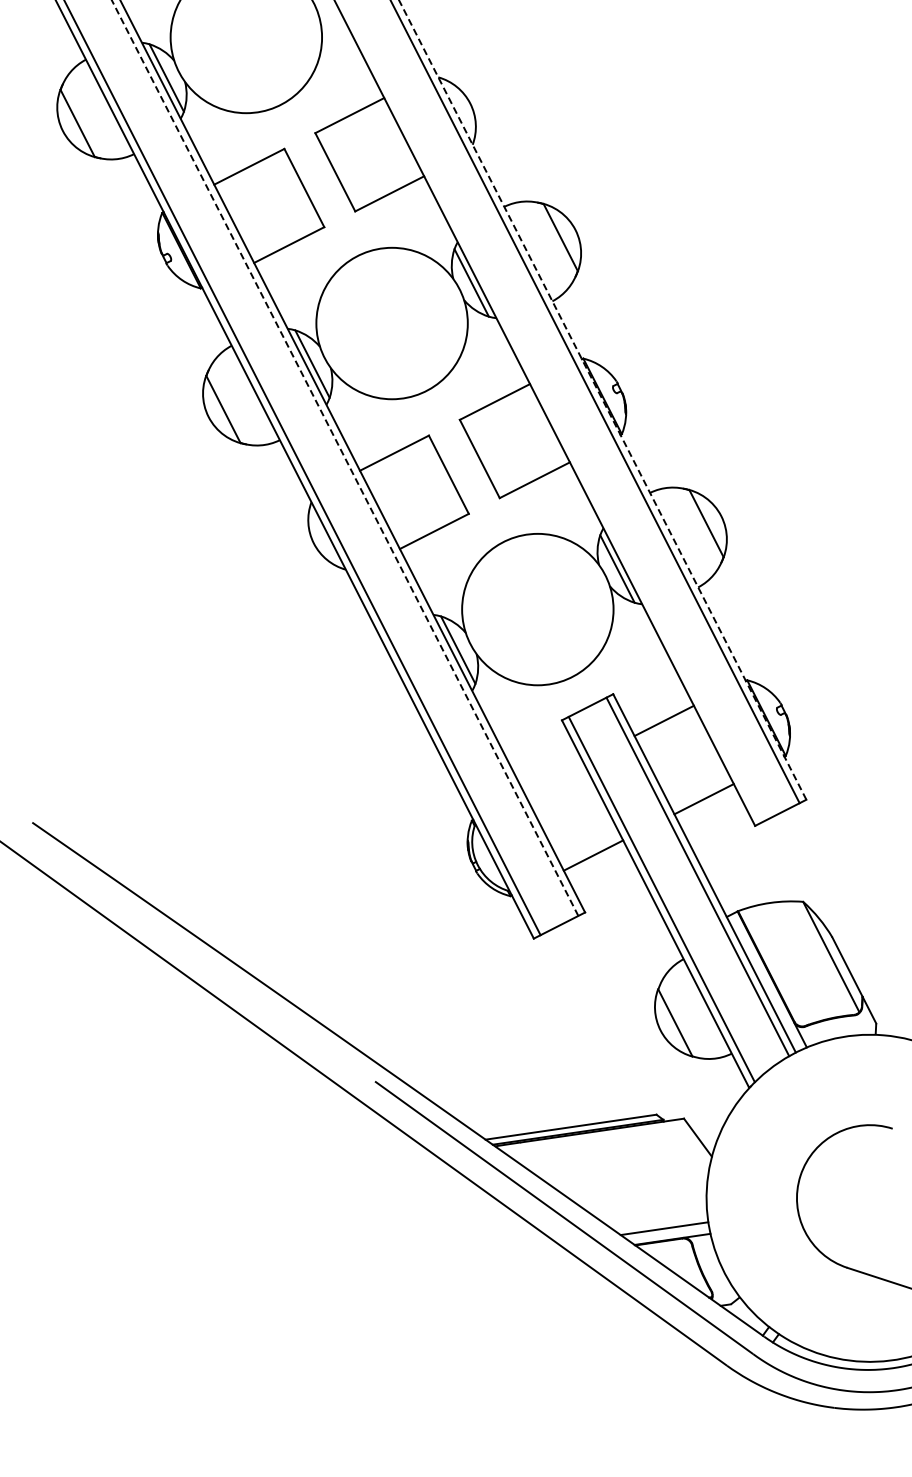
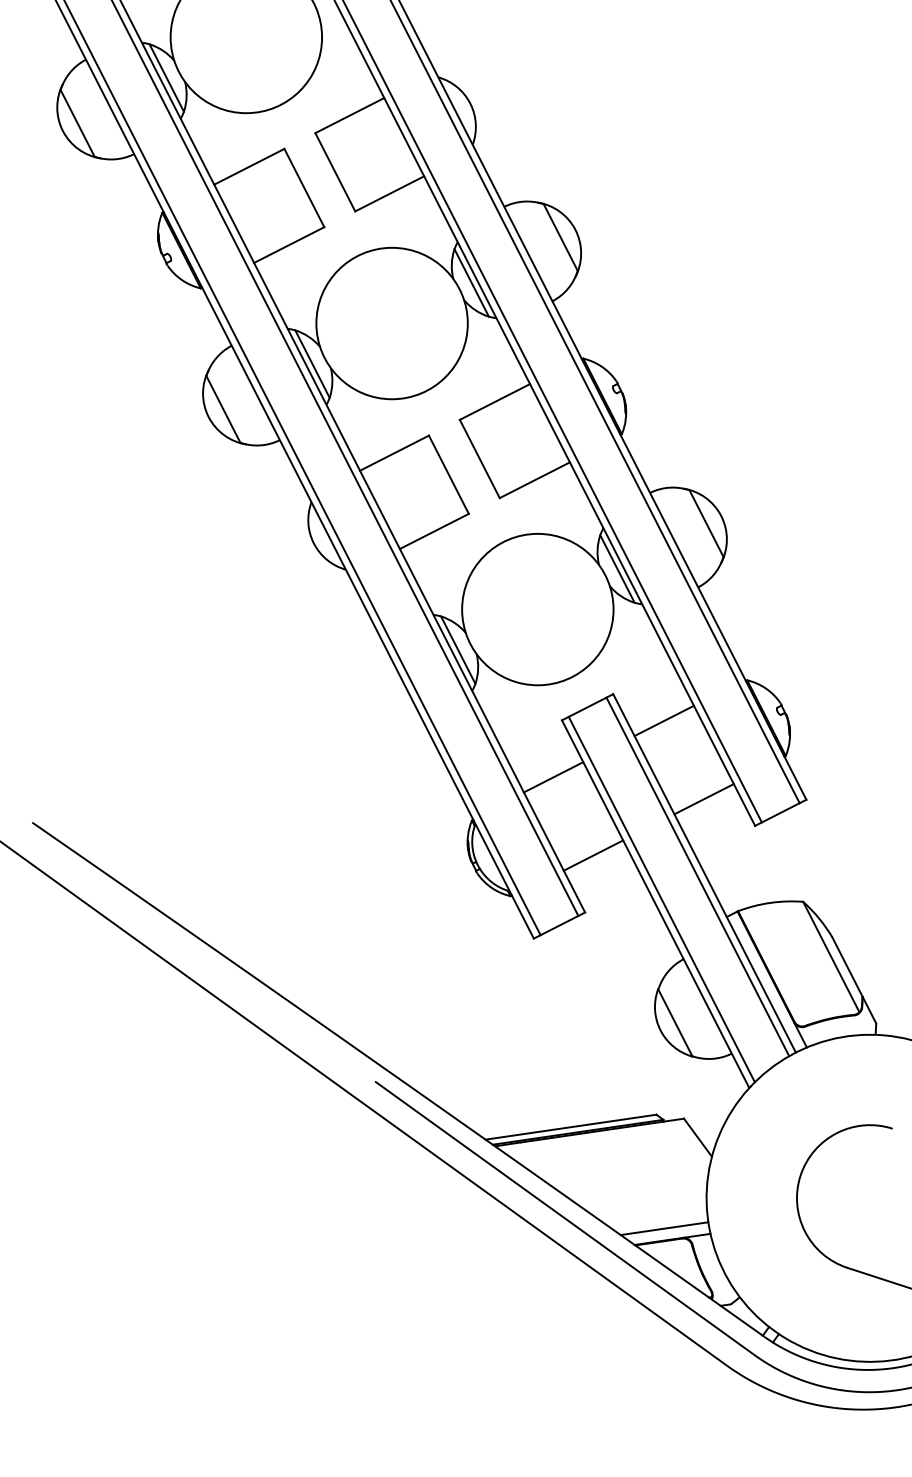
line at (602, 399): dashed -> solid
line at (552, 412): none -> present
line at (345, 458): dashed -> solid
line at (553, 777): none -> present
